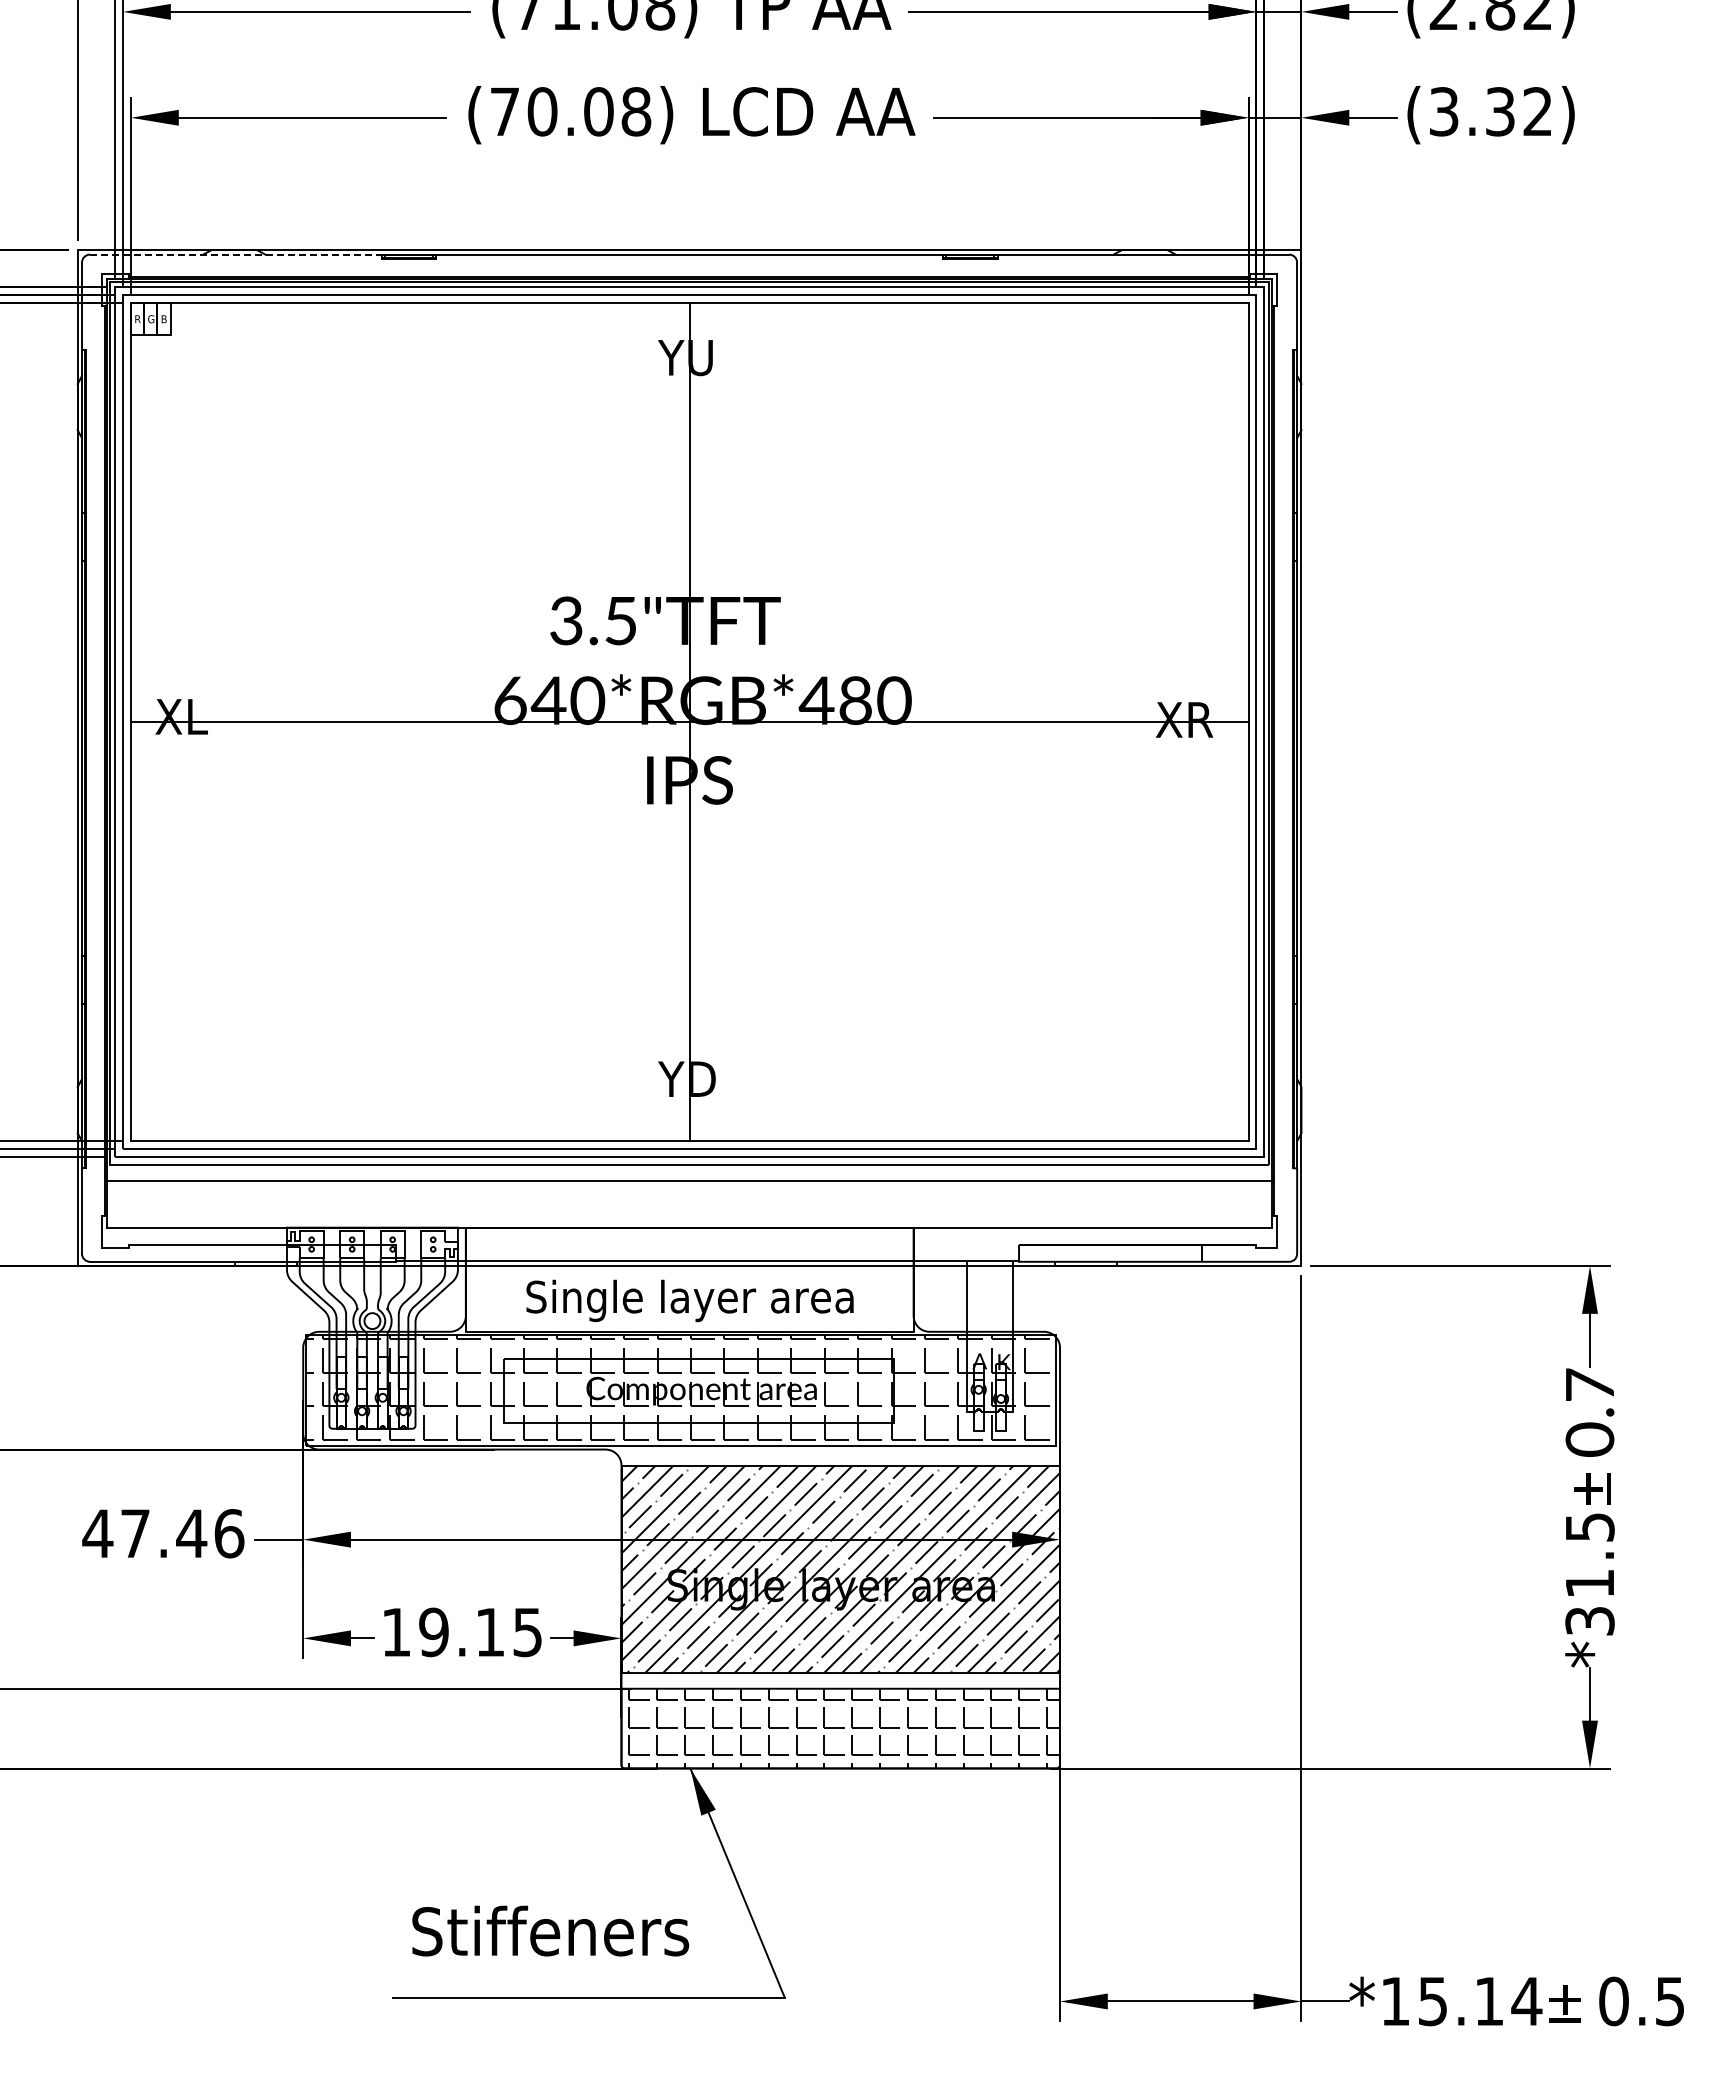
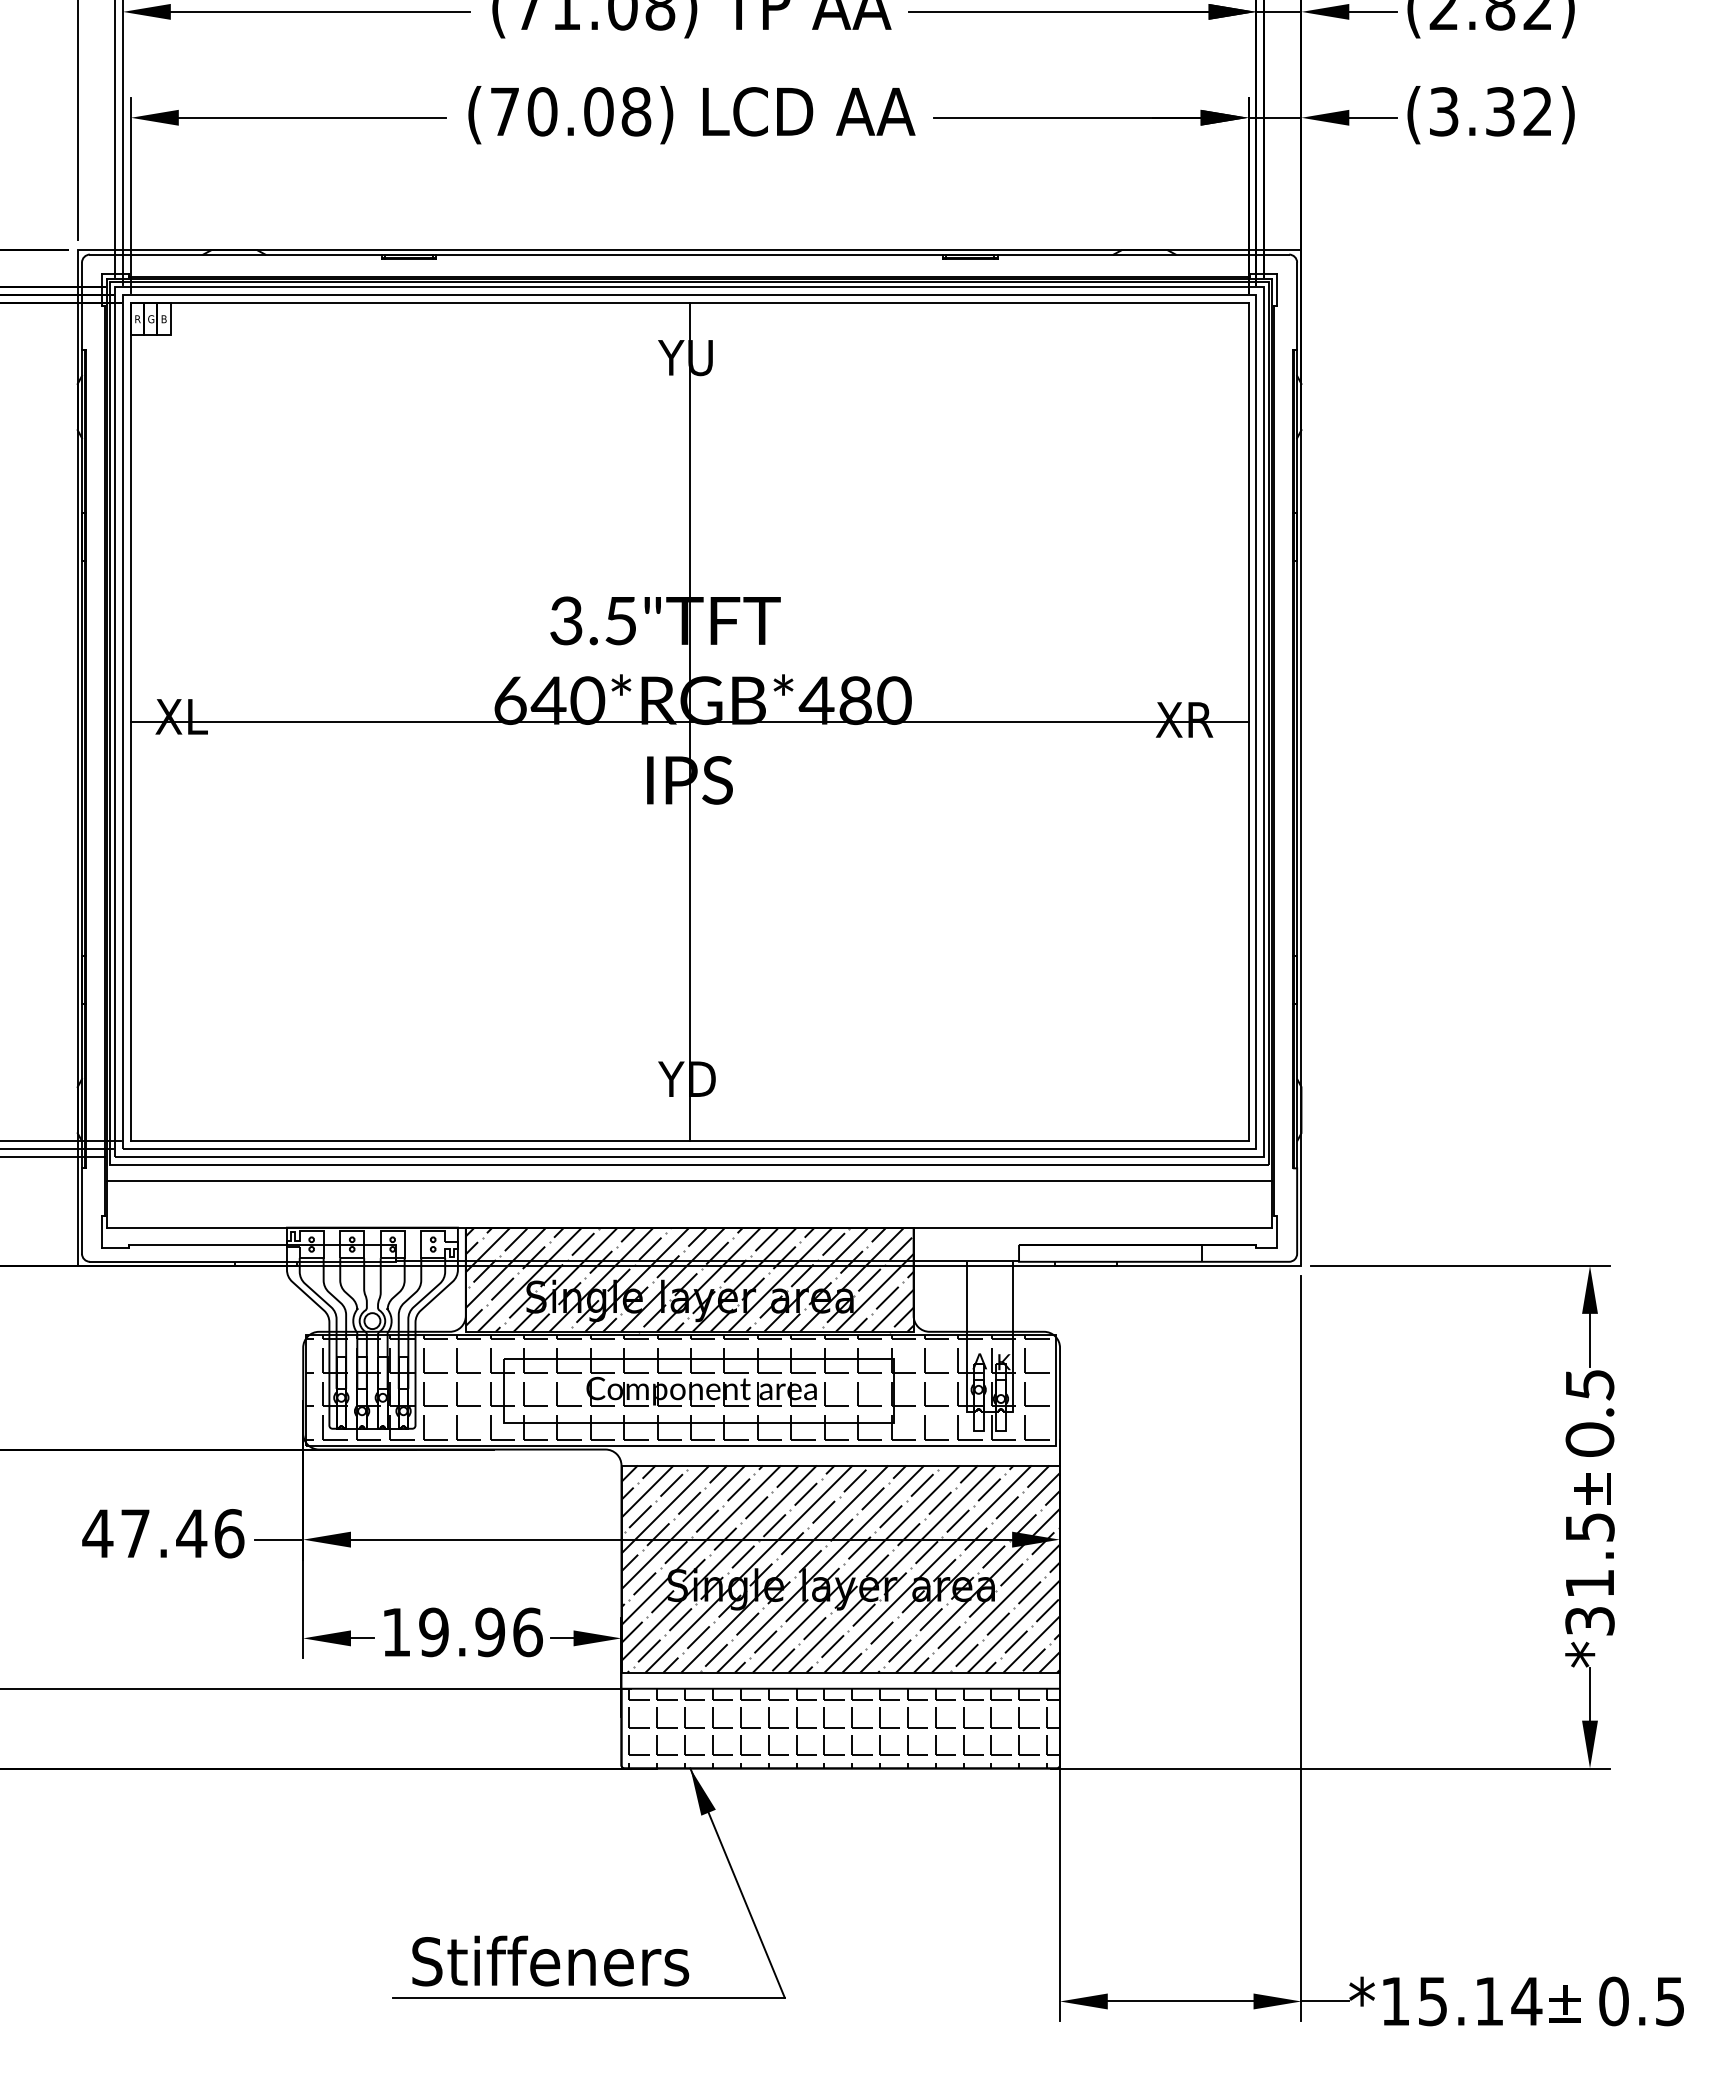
line at (235, 254): dashed -> solid
hatch at (689, 1279): none -> present
text at (1590, 1384): 0.7 -> 0.5
text at (508, 1632): 19.15 -> 19.96
text at (550, 1930) position: (550, 1930) -> (550, 1960)
